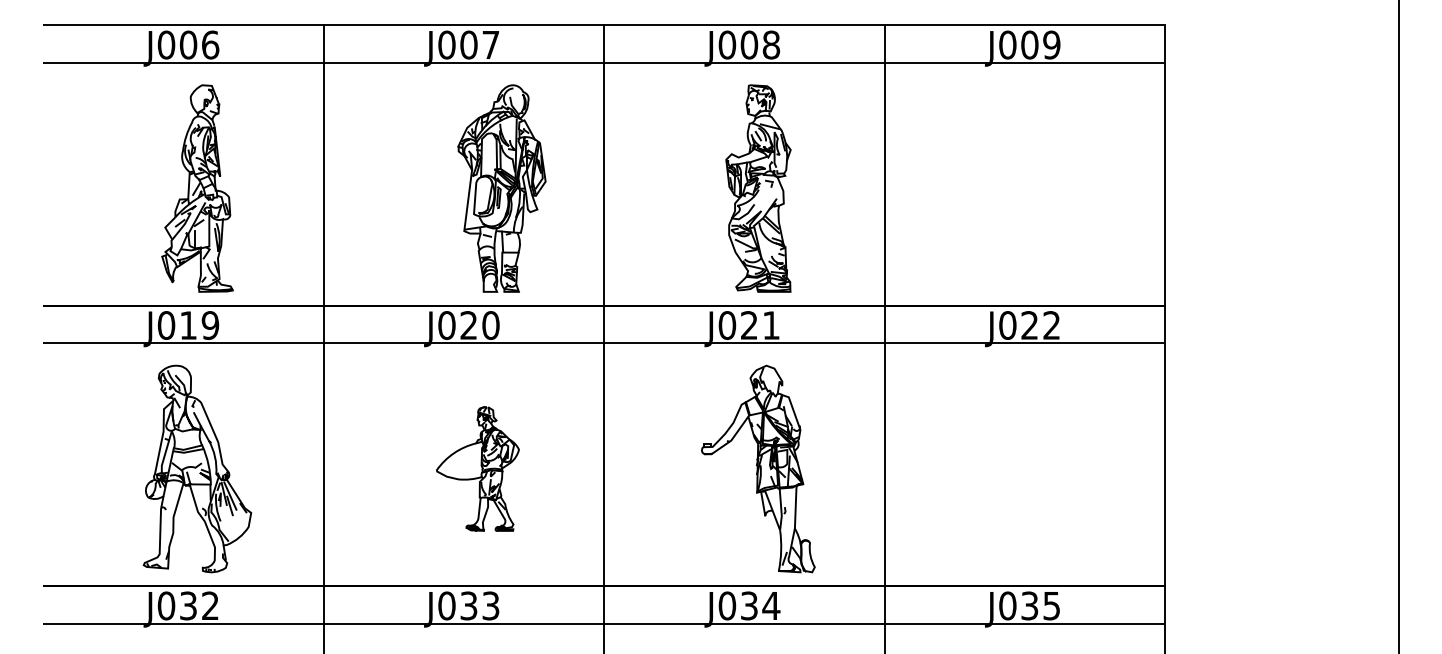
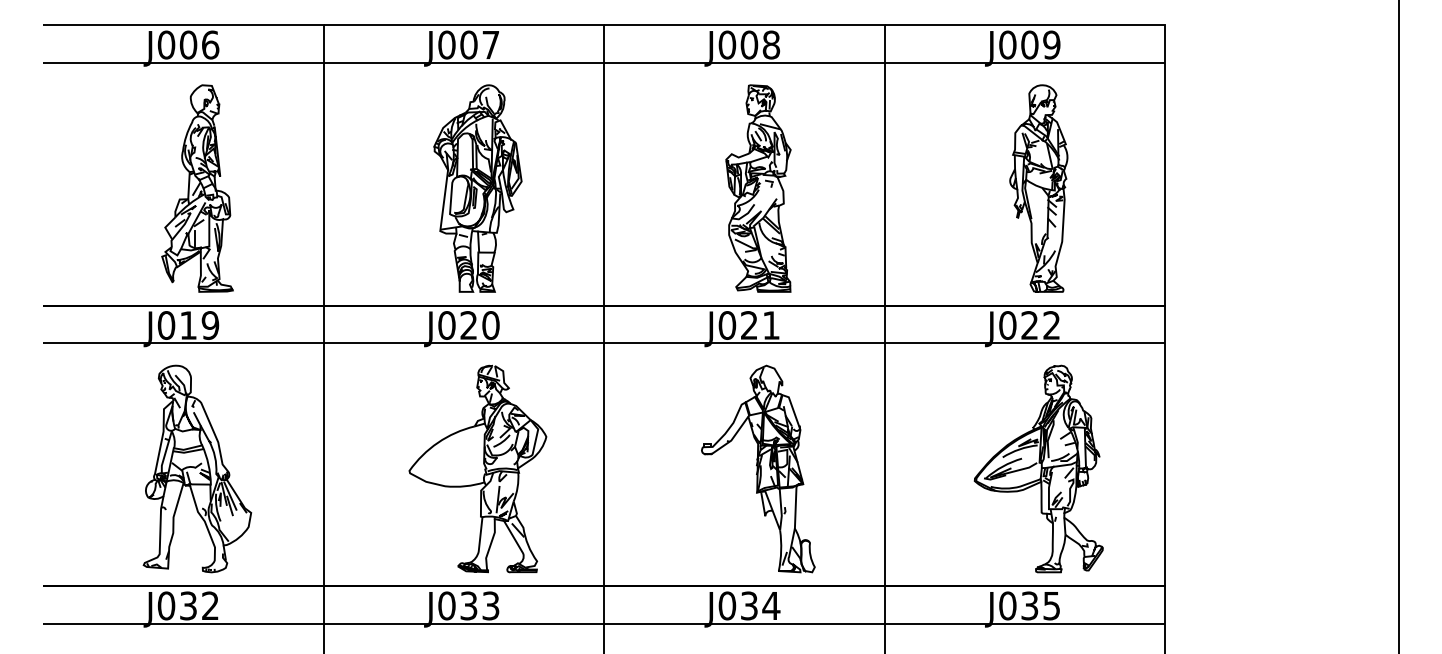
part at (501, 188) position: (501, 188) -> (477, 188)
part at (1038, 188): none -> present
part at (477, 468) size: 84x126 px -> 140x210 px
part at (1038, 468): none -> present
